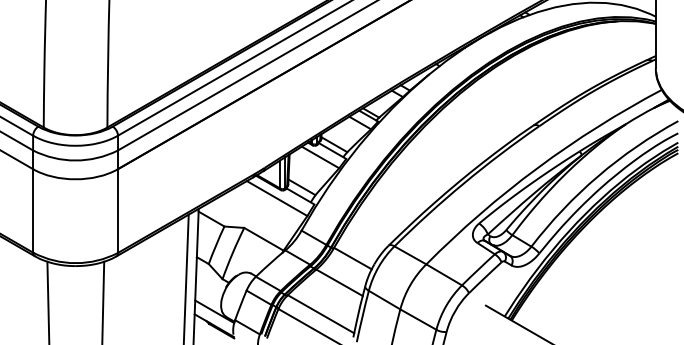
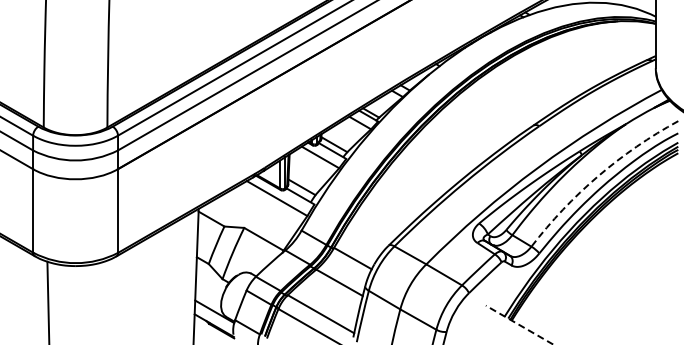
arc at (598, 176): solid -> dashed
line at (185, 277): present -> none
line at (103, 300): present -> none
line at (519, 325): solid -> dashed
